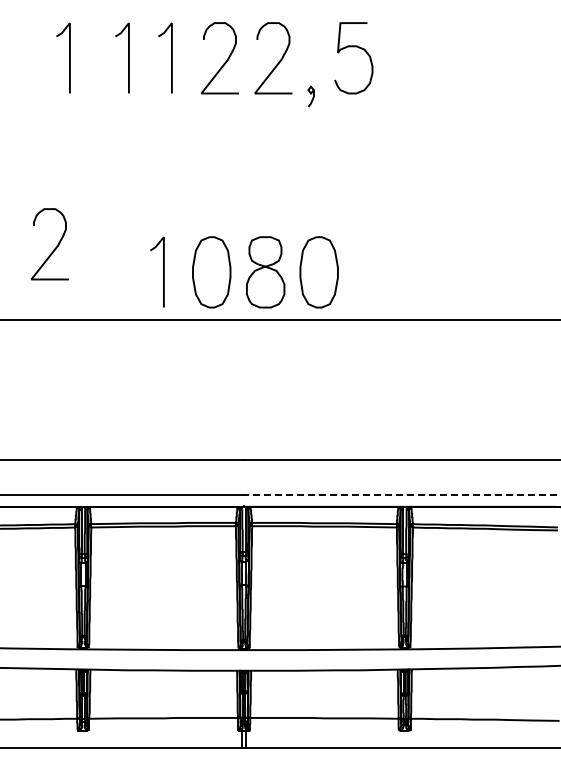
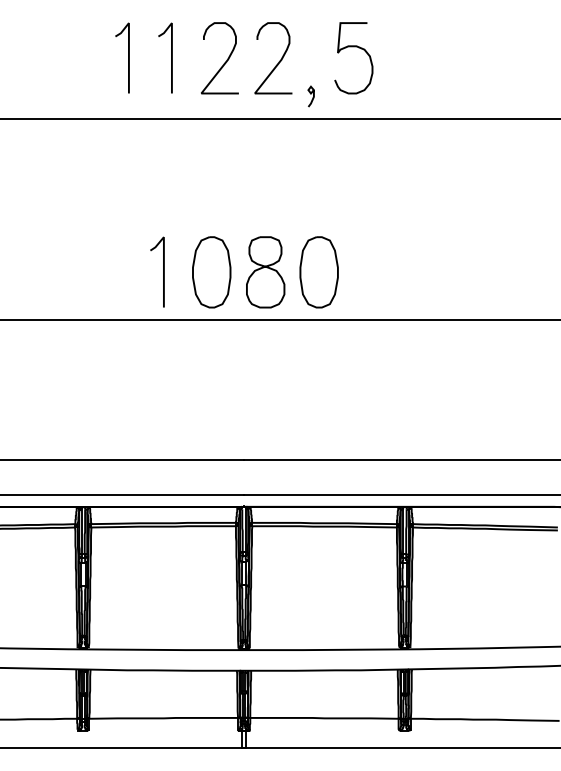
line at (69, 57): present -> none
line at (279, 119): none -> present
curve at (54, 248): present -> none
line at (401, 494): dashed -> solid
